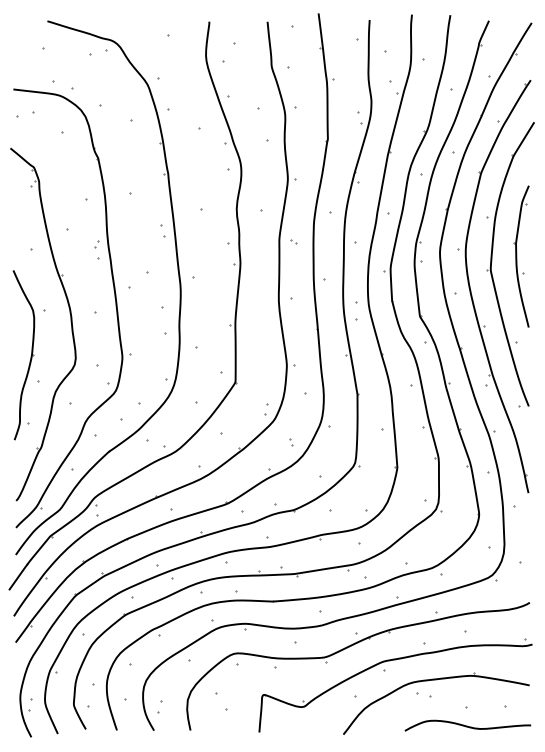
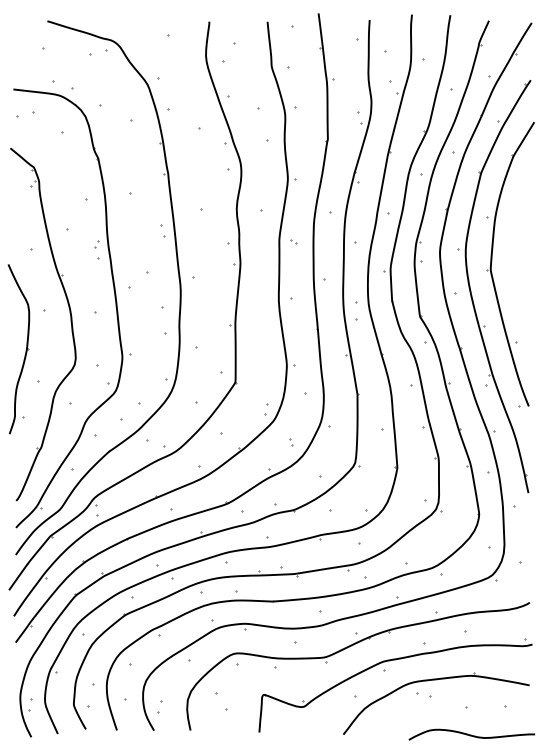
part at (521, 256): present -> none
part at (30, 356) position: (30, 356) -> (25, 350)
curve at (467, 725) position: (467, 725) -> (471, 734)
